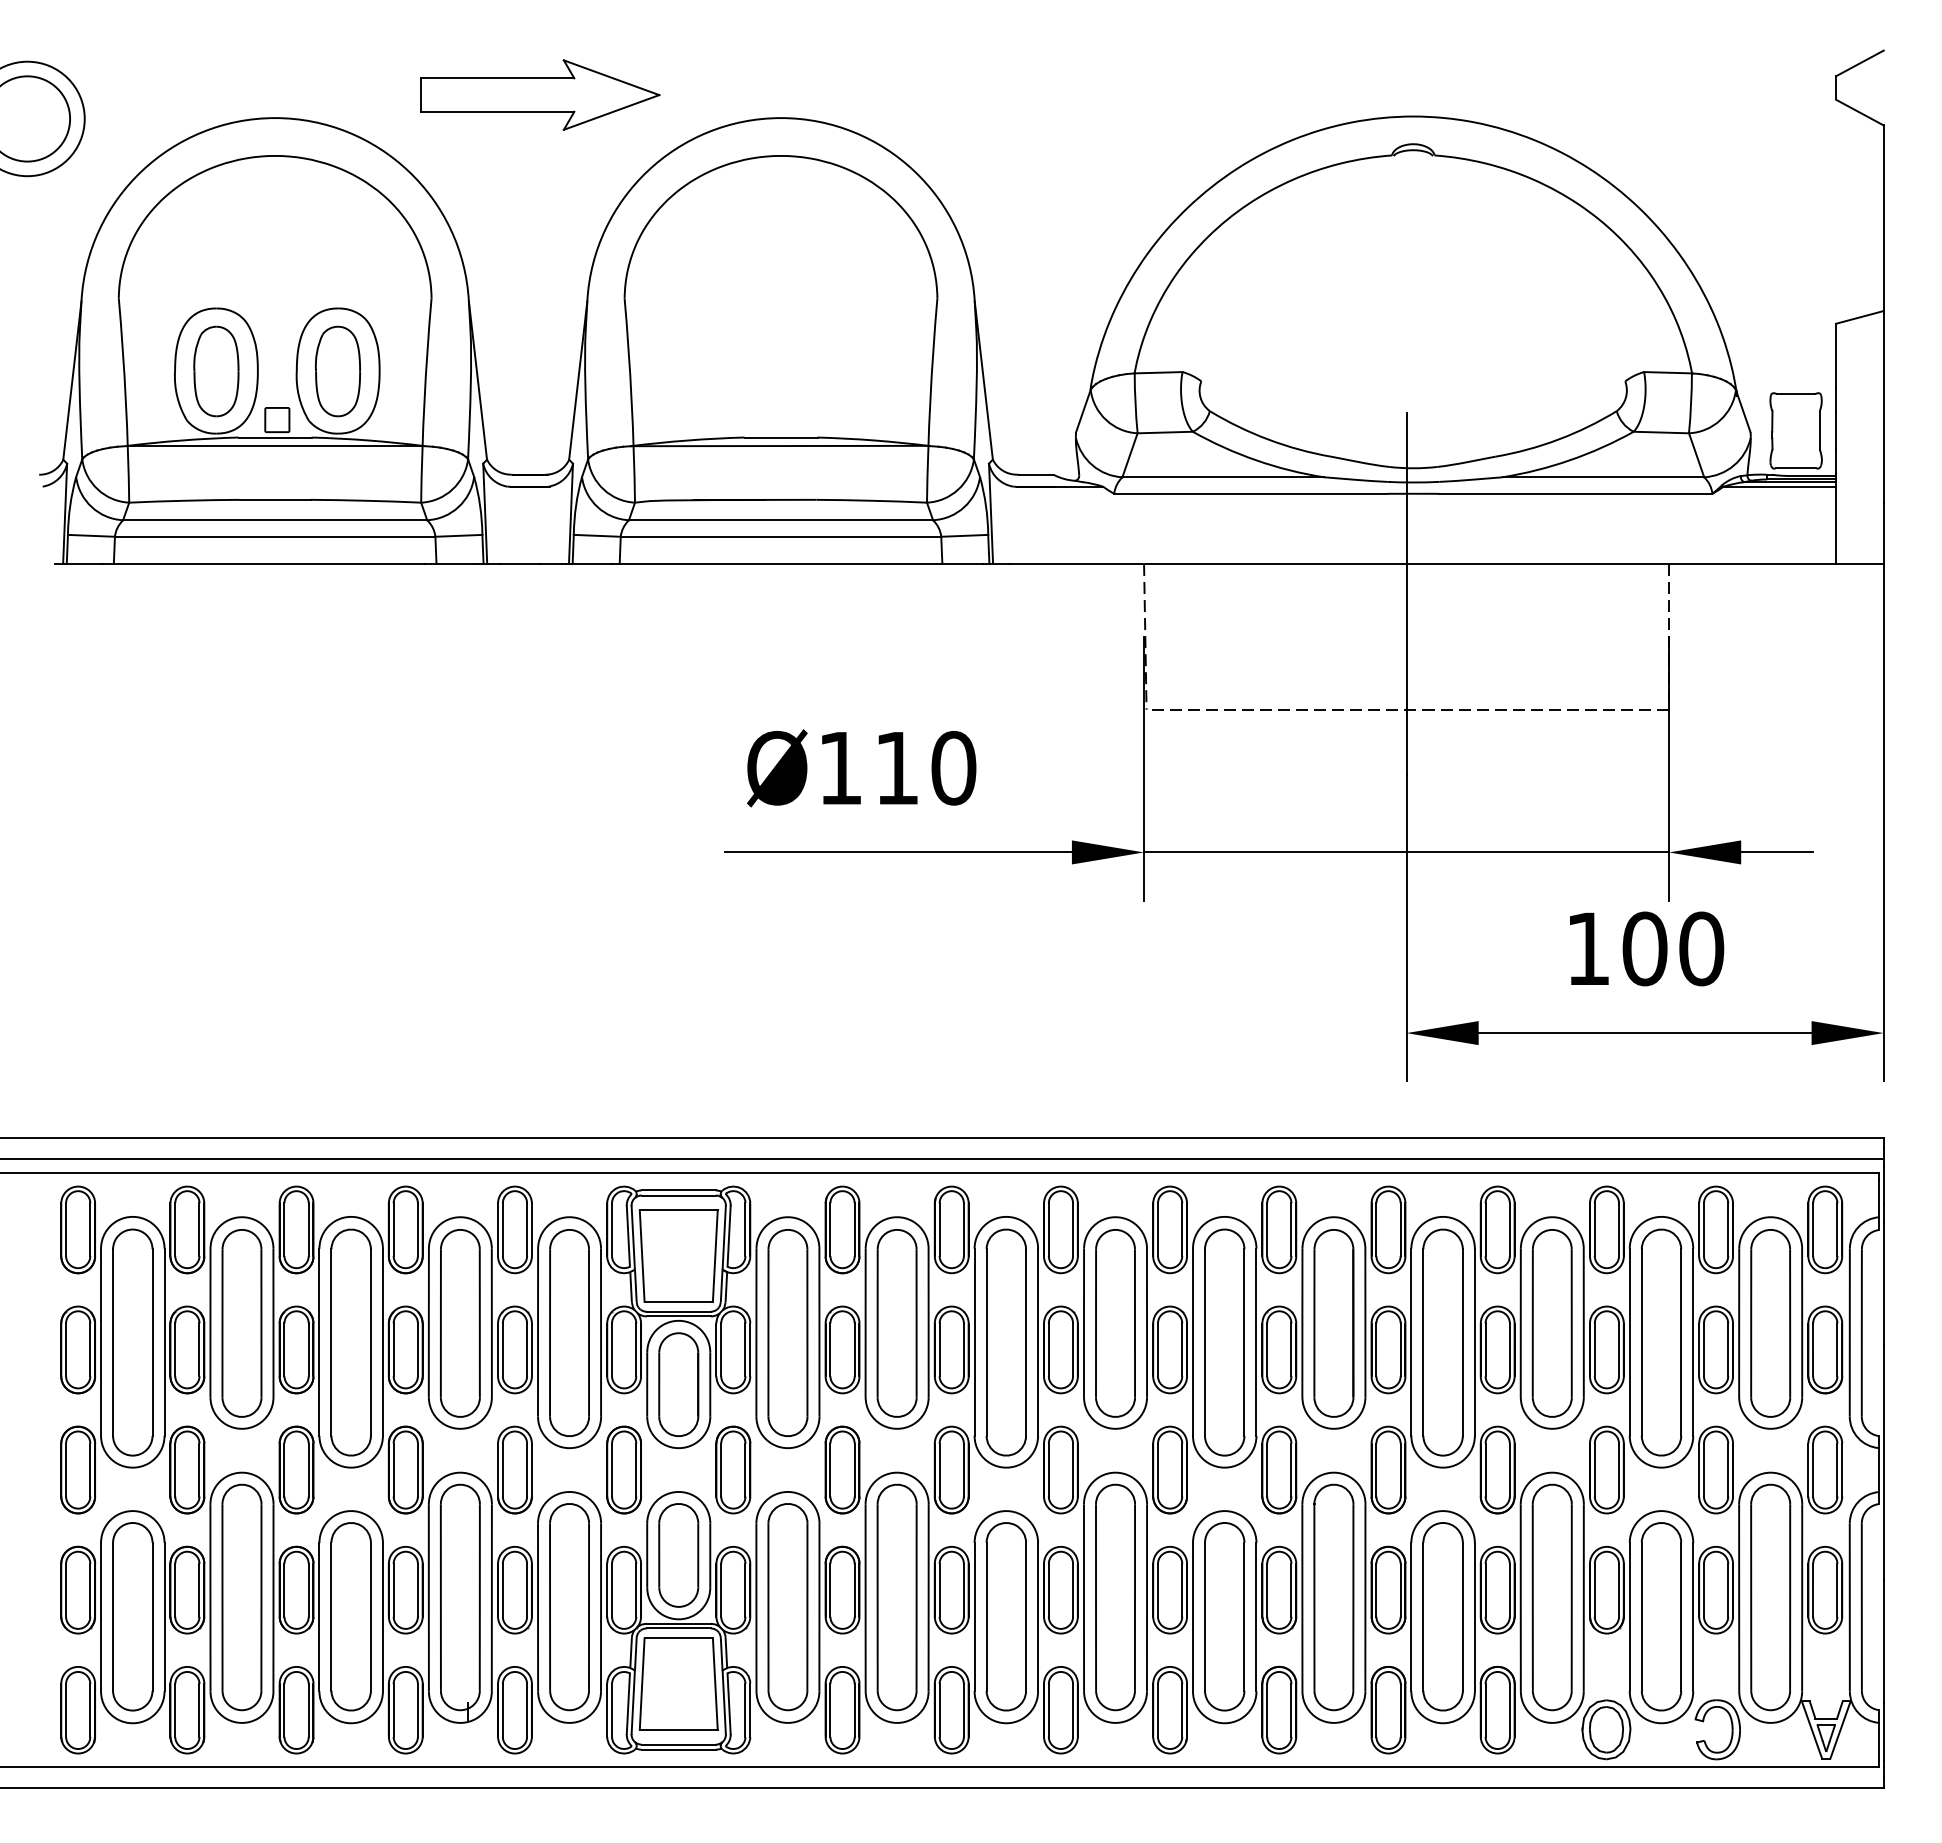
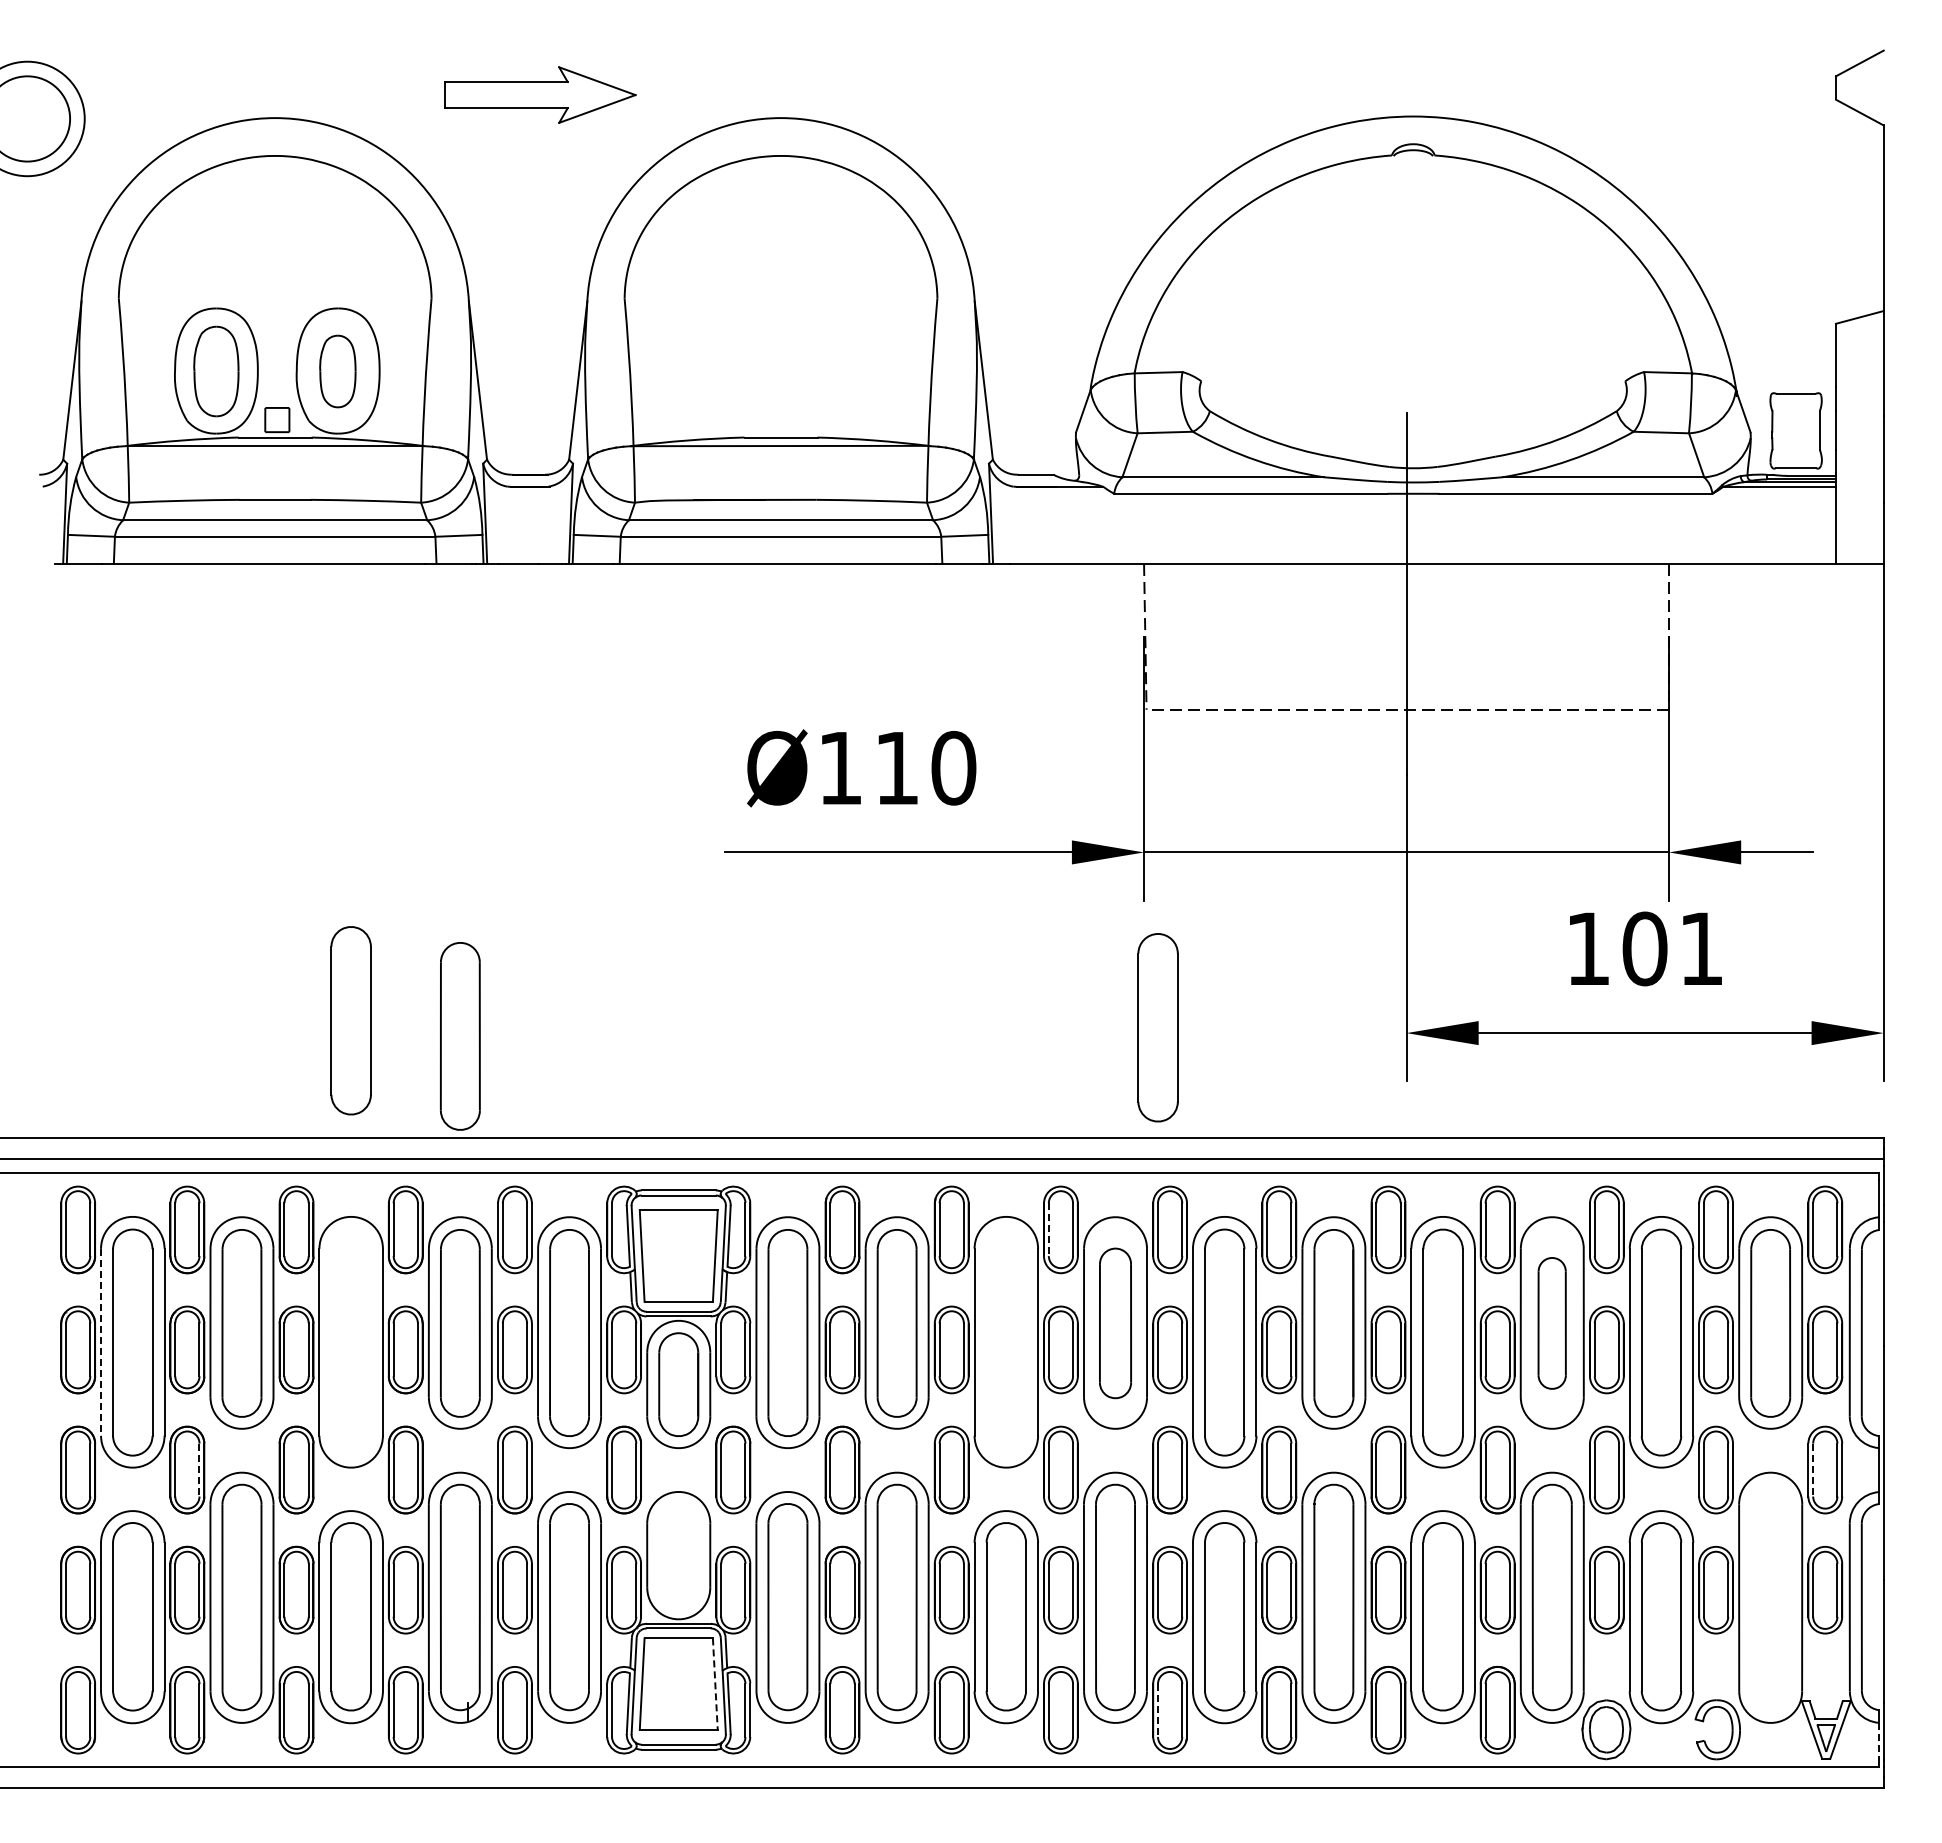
part at (540, 94) size: 241x72 px -> 193x58 px
part at (337, 371) size: 47x93 px -> 38x75 px
text at (1701, 948): 100 -> 101
part at (350, 1020): none -> present
part at (1157, 1027): none -> present
part at (460, 1036): none -> present
line at (1048, 1230): solid -> dashed
part at (1115, 1323) size: 41x189 px -> 33x153 px
part at (1551, 1323) size: 42x189 px -> 30x133 px
line at (101, 1342): solid -> dashed
part at (350, 1342): present -> none
part at (1005, 1342): present -> none
line at (199, 1470): solid -> dashed
line at (1813, 1470): solid -> dashed
part at (678, 1555): present -> none
part at (1770, 1597): present -> none
line at (715, 1684): solid -> dashed
line at (1158, 1710): solid -> dashed
line at (1878, 1741): solid -> dashed
